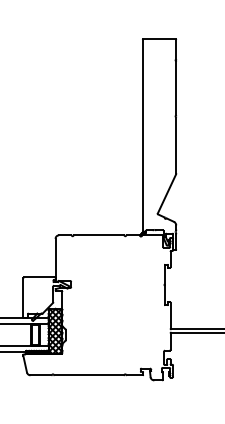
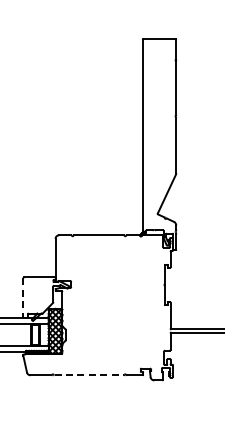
line at (23, 298): solid -> dashed
line at (89, 375): solid -> dashed
